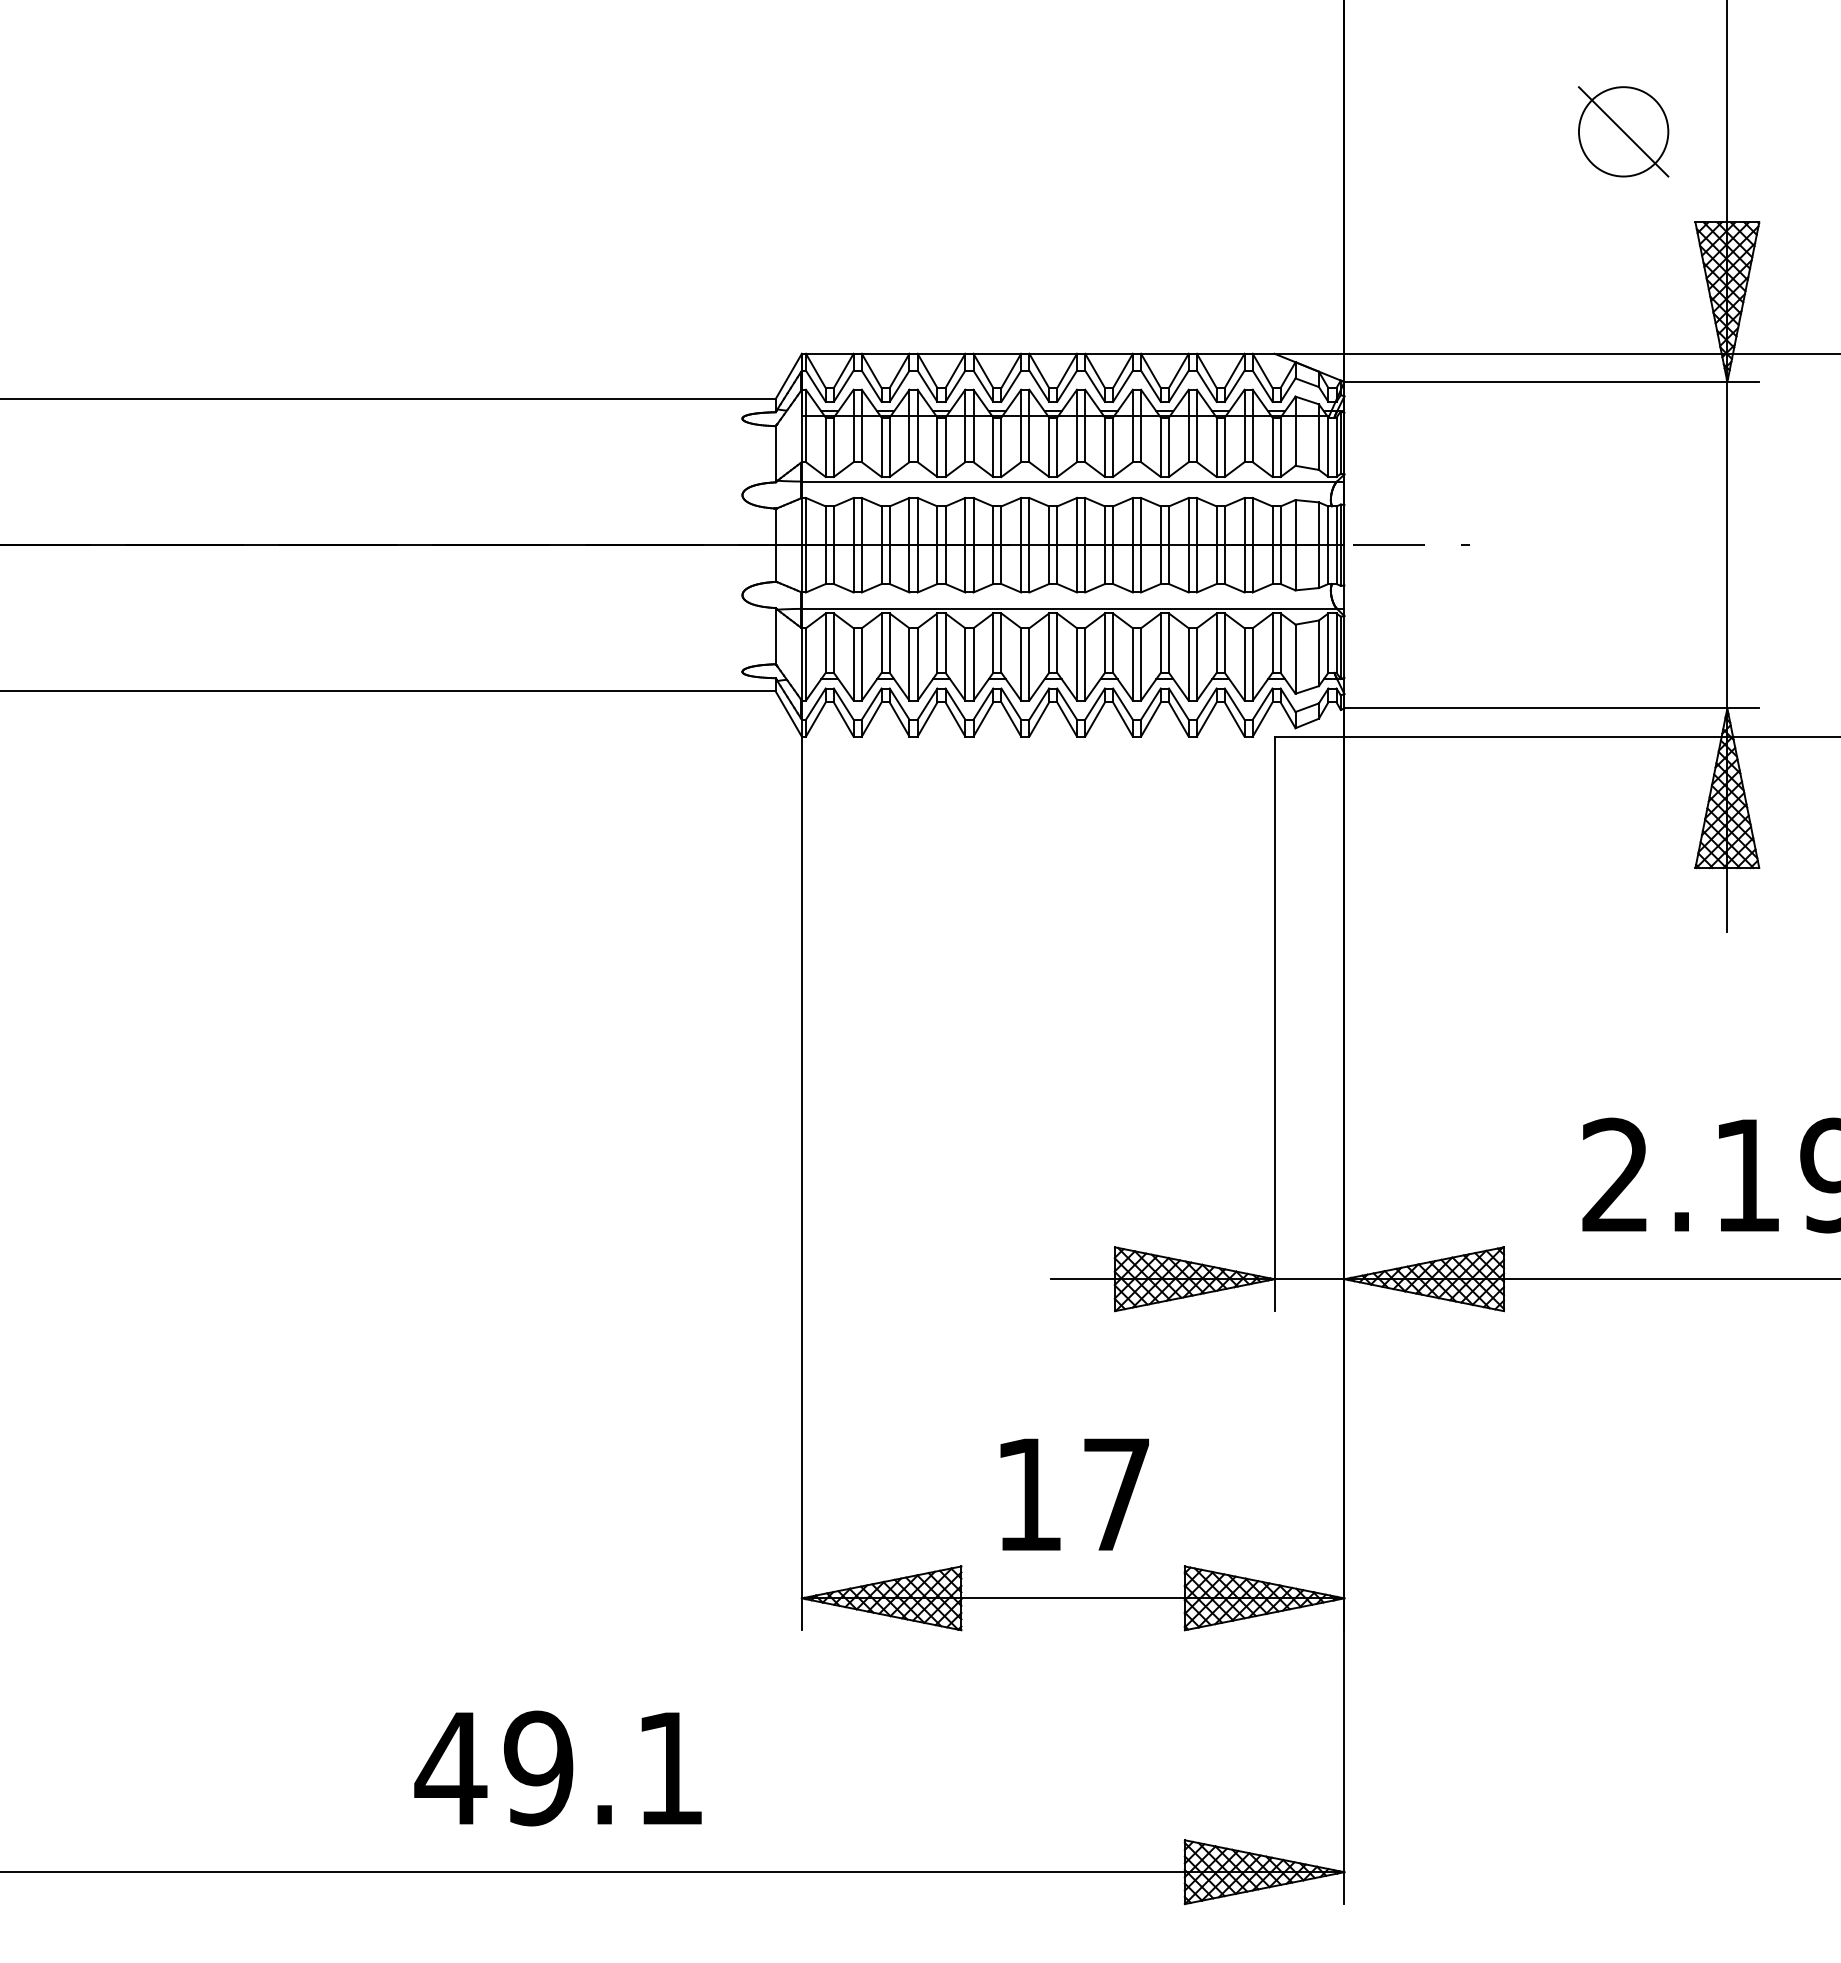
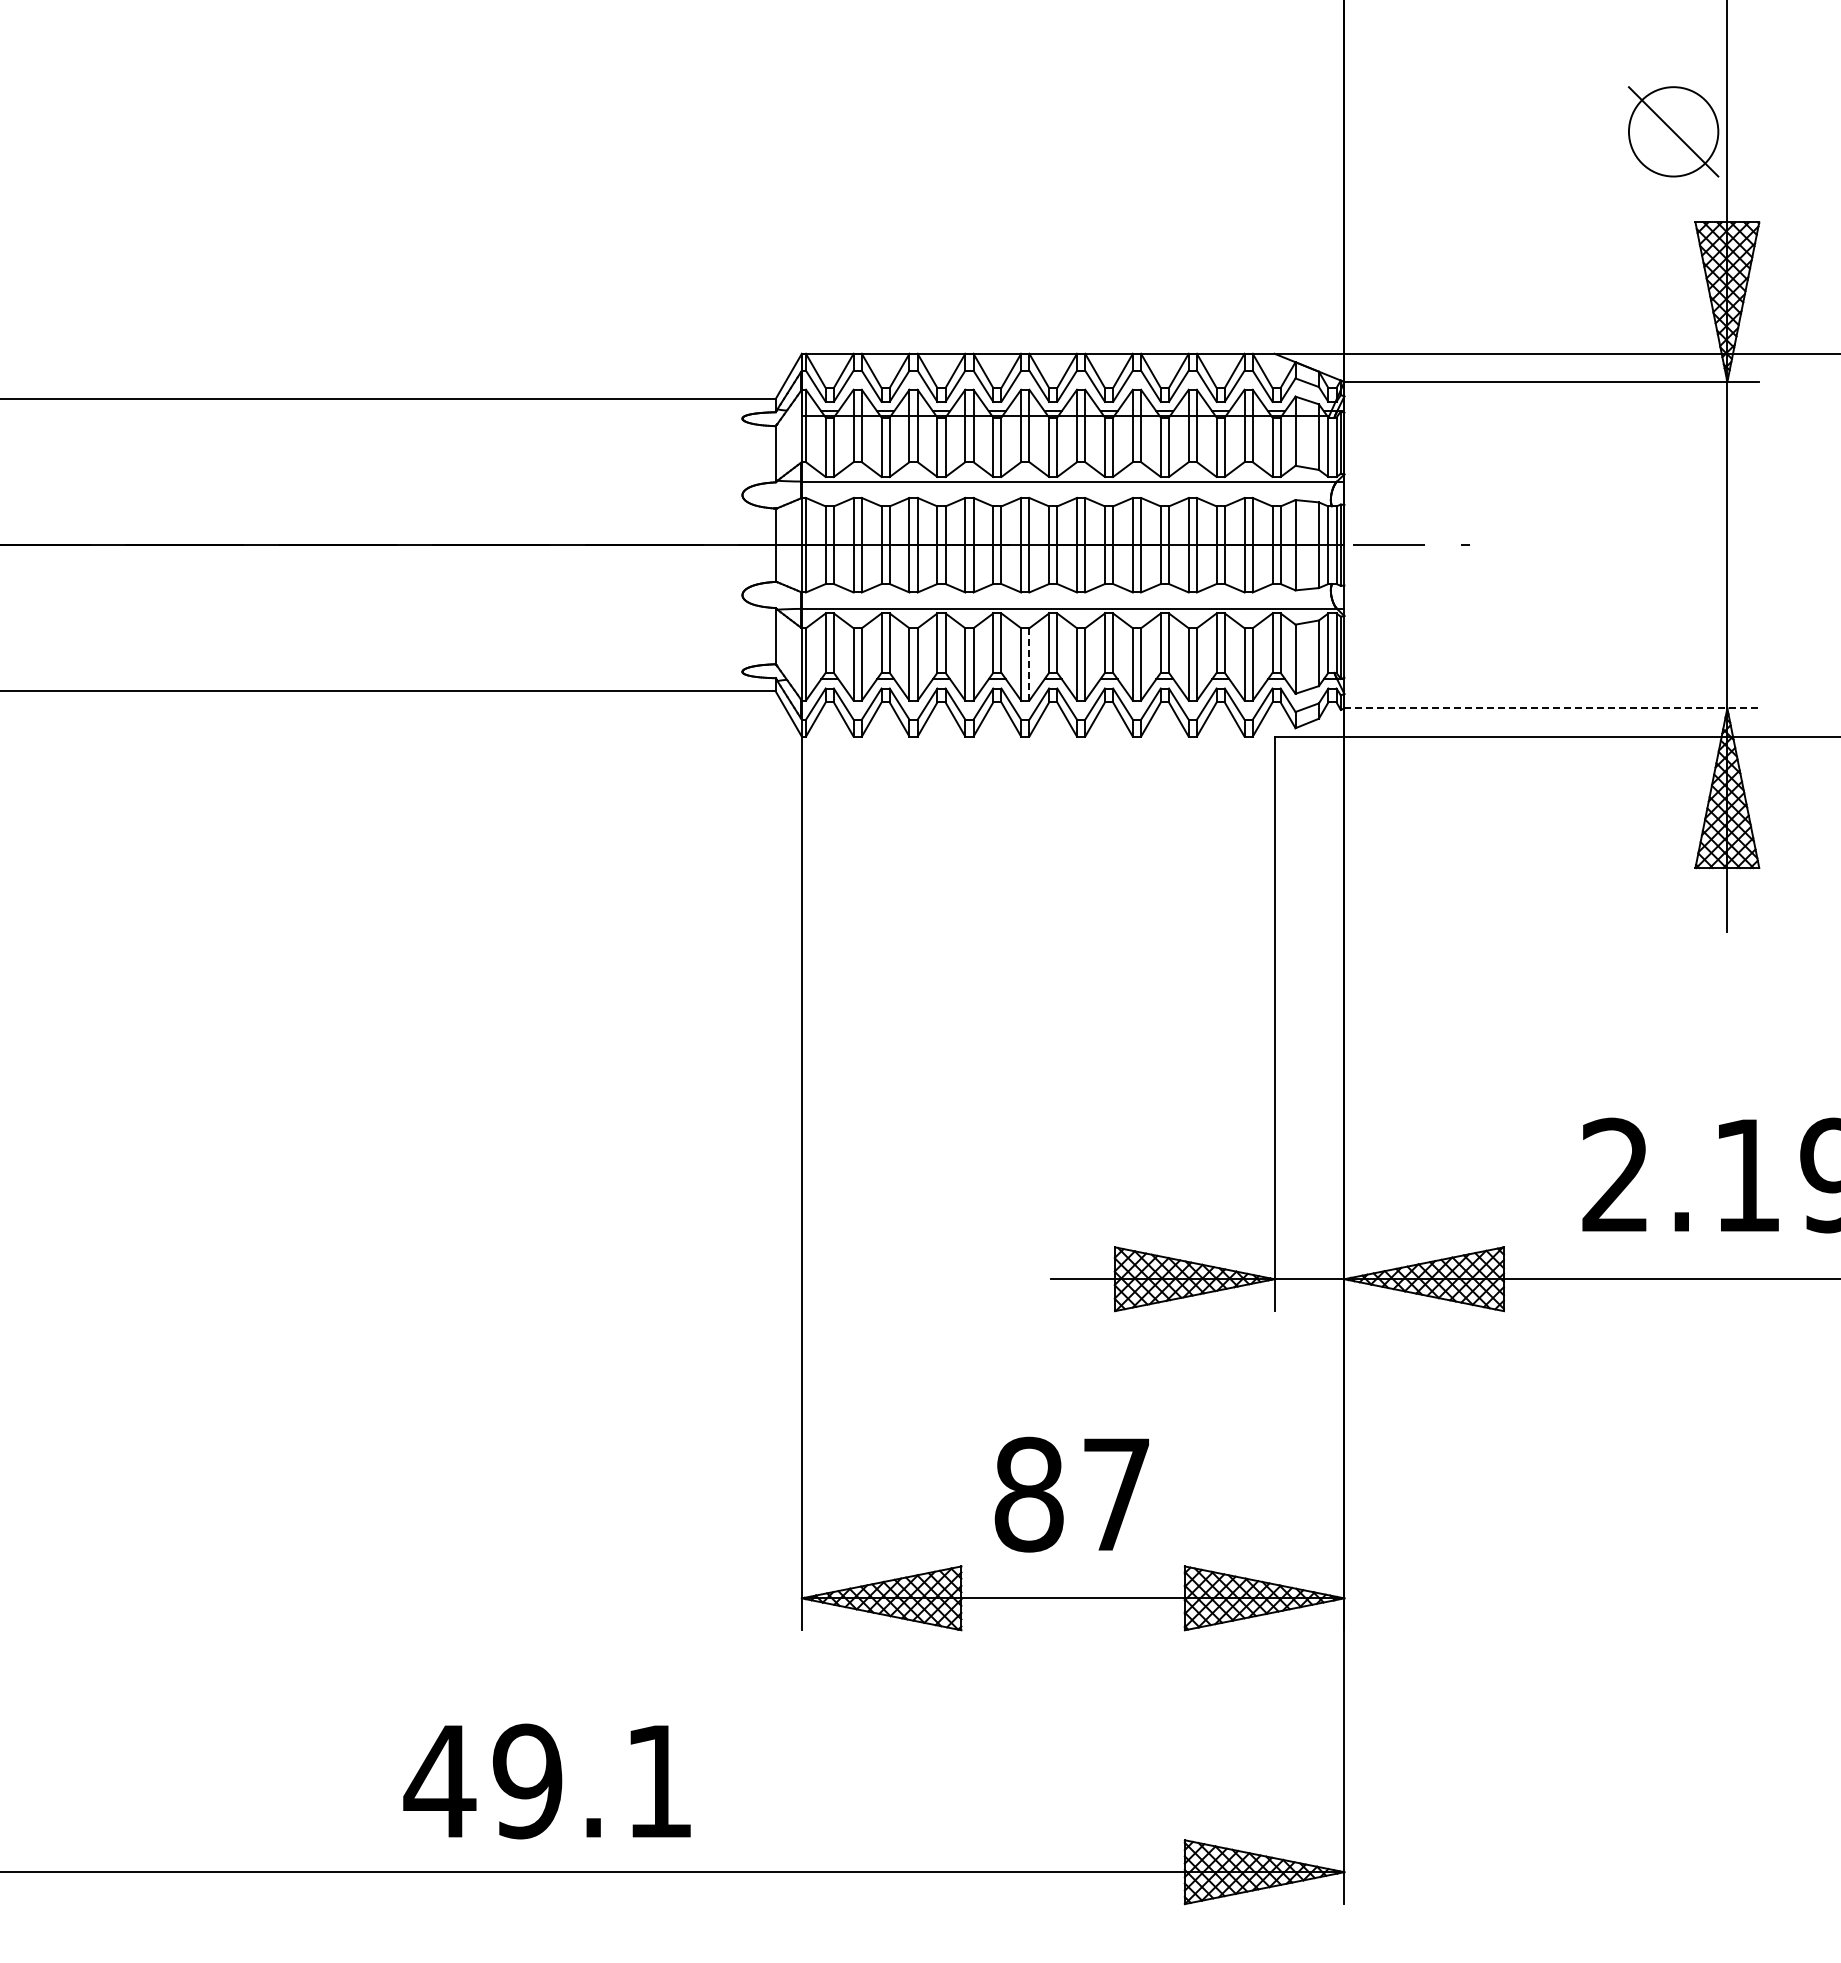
part at (1623, 131) position: (1623, 131) -> (1673, 131)
line at (1029, 664): solid -> dashed
line at (1552, 708): solid -> dashed
text at (1028, 1494): 17 -> 87
text at (557, 1768) position: (557, 1768) -> (546, 1781)
